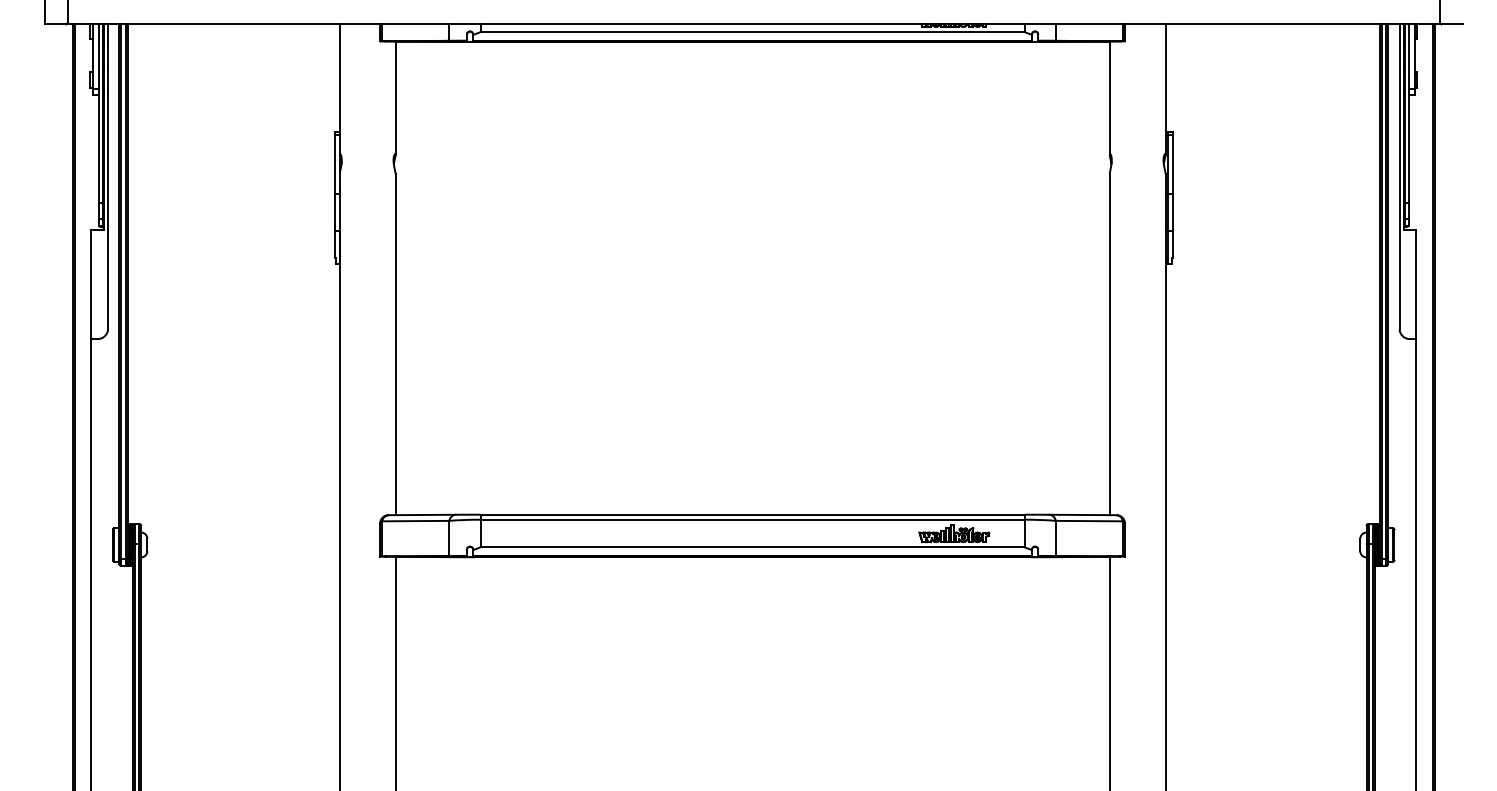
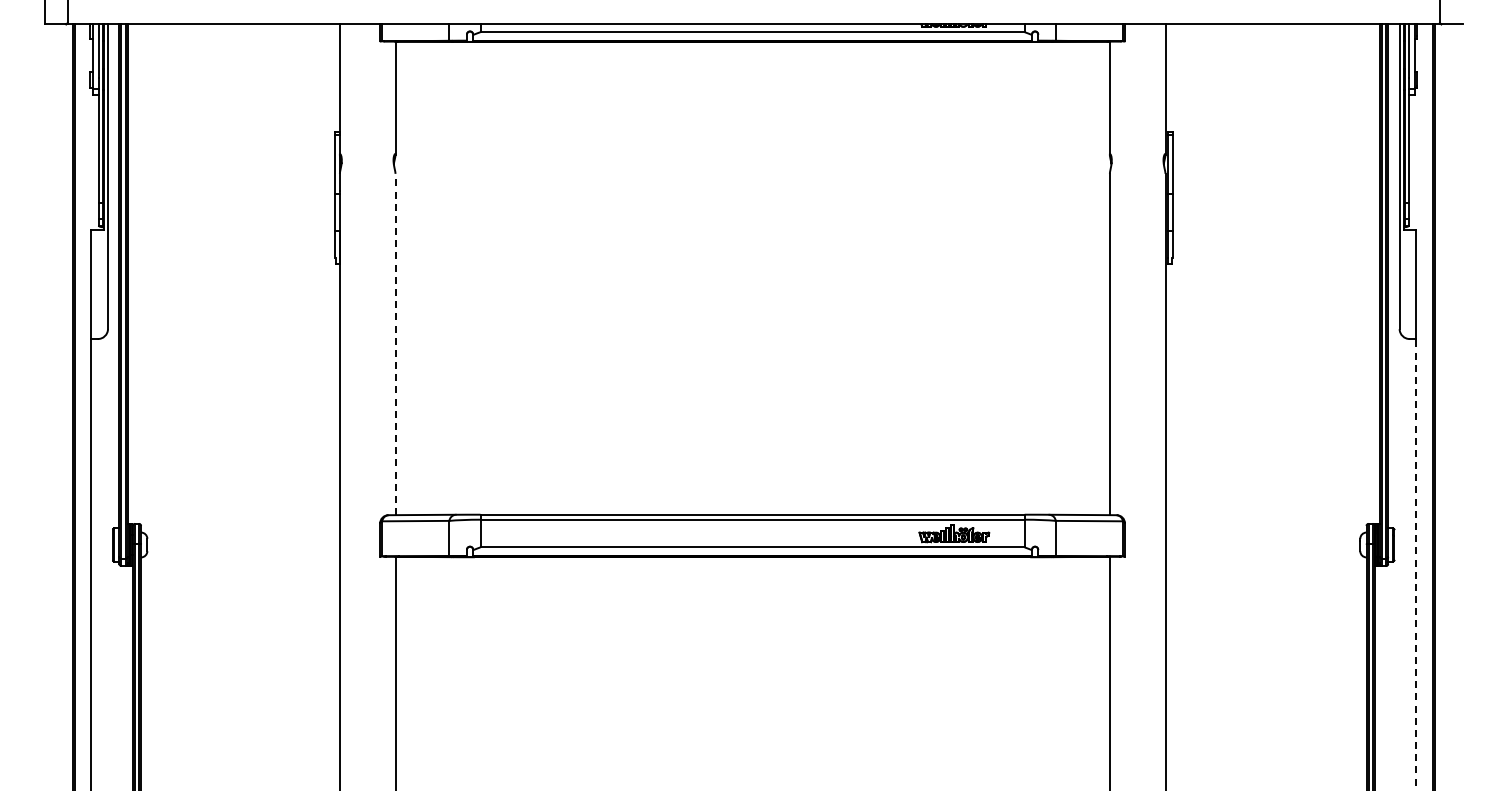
line at (395, 344): solid -> dashed
line at (1416, 564): solid -> dashed
